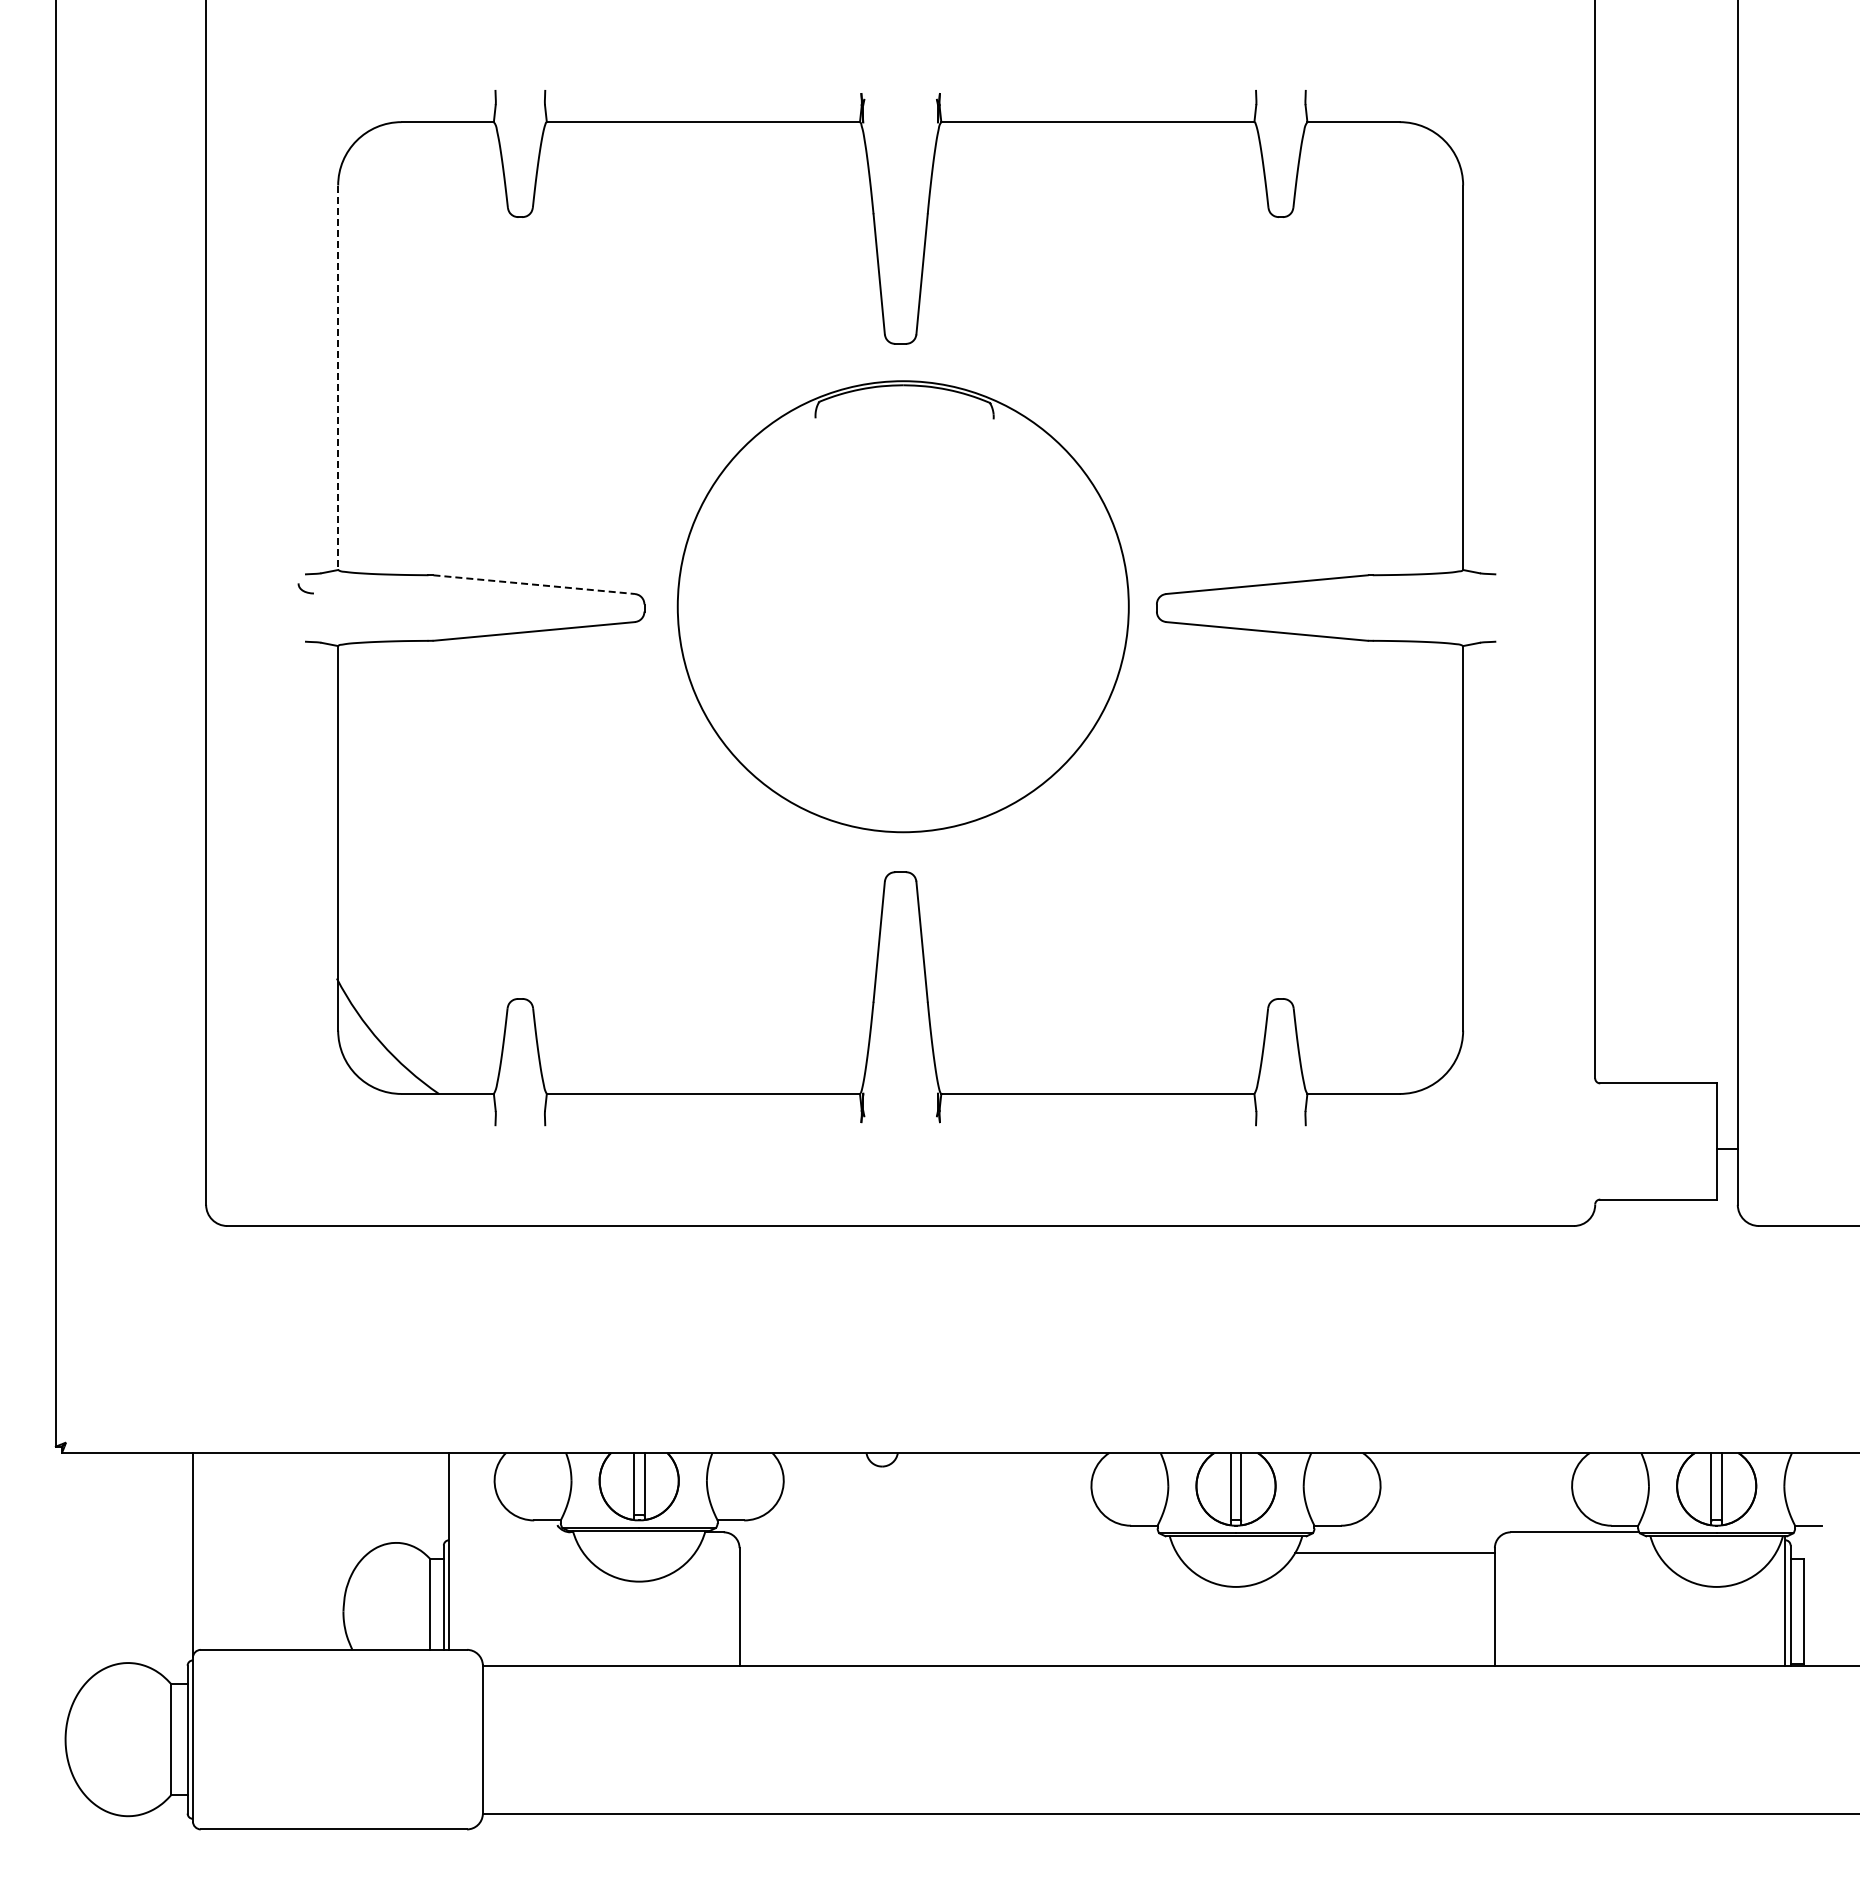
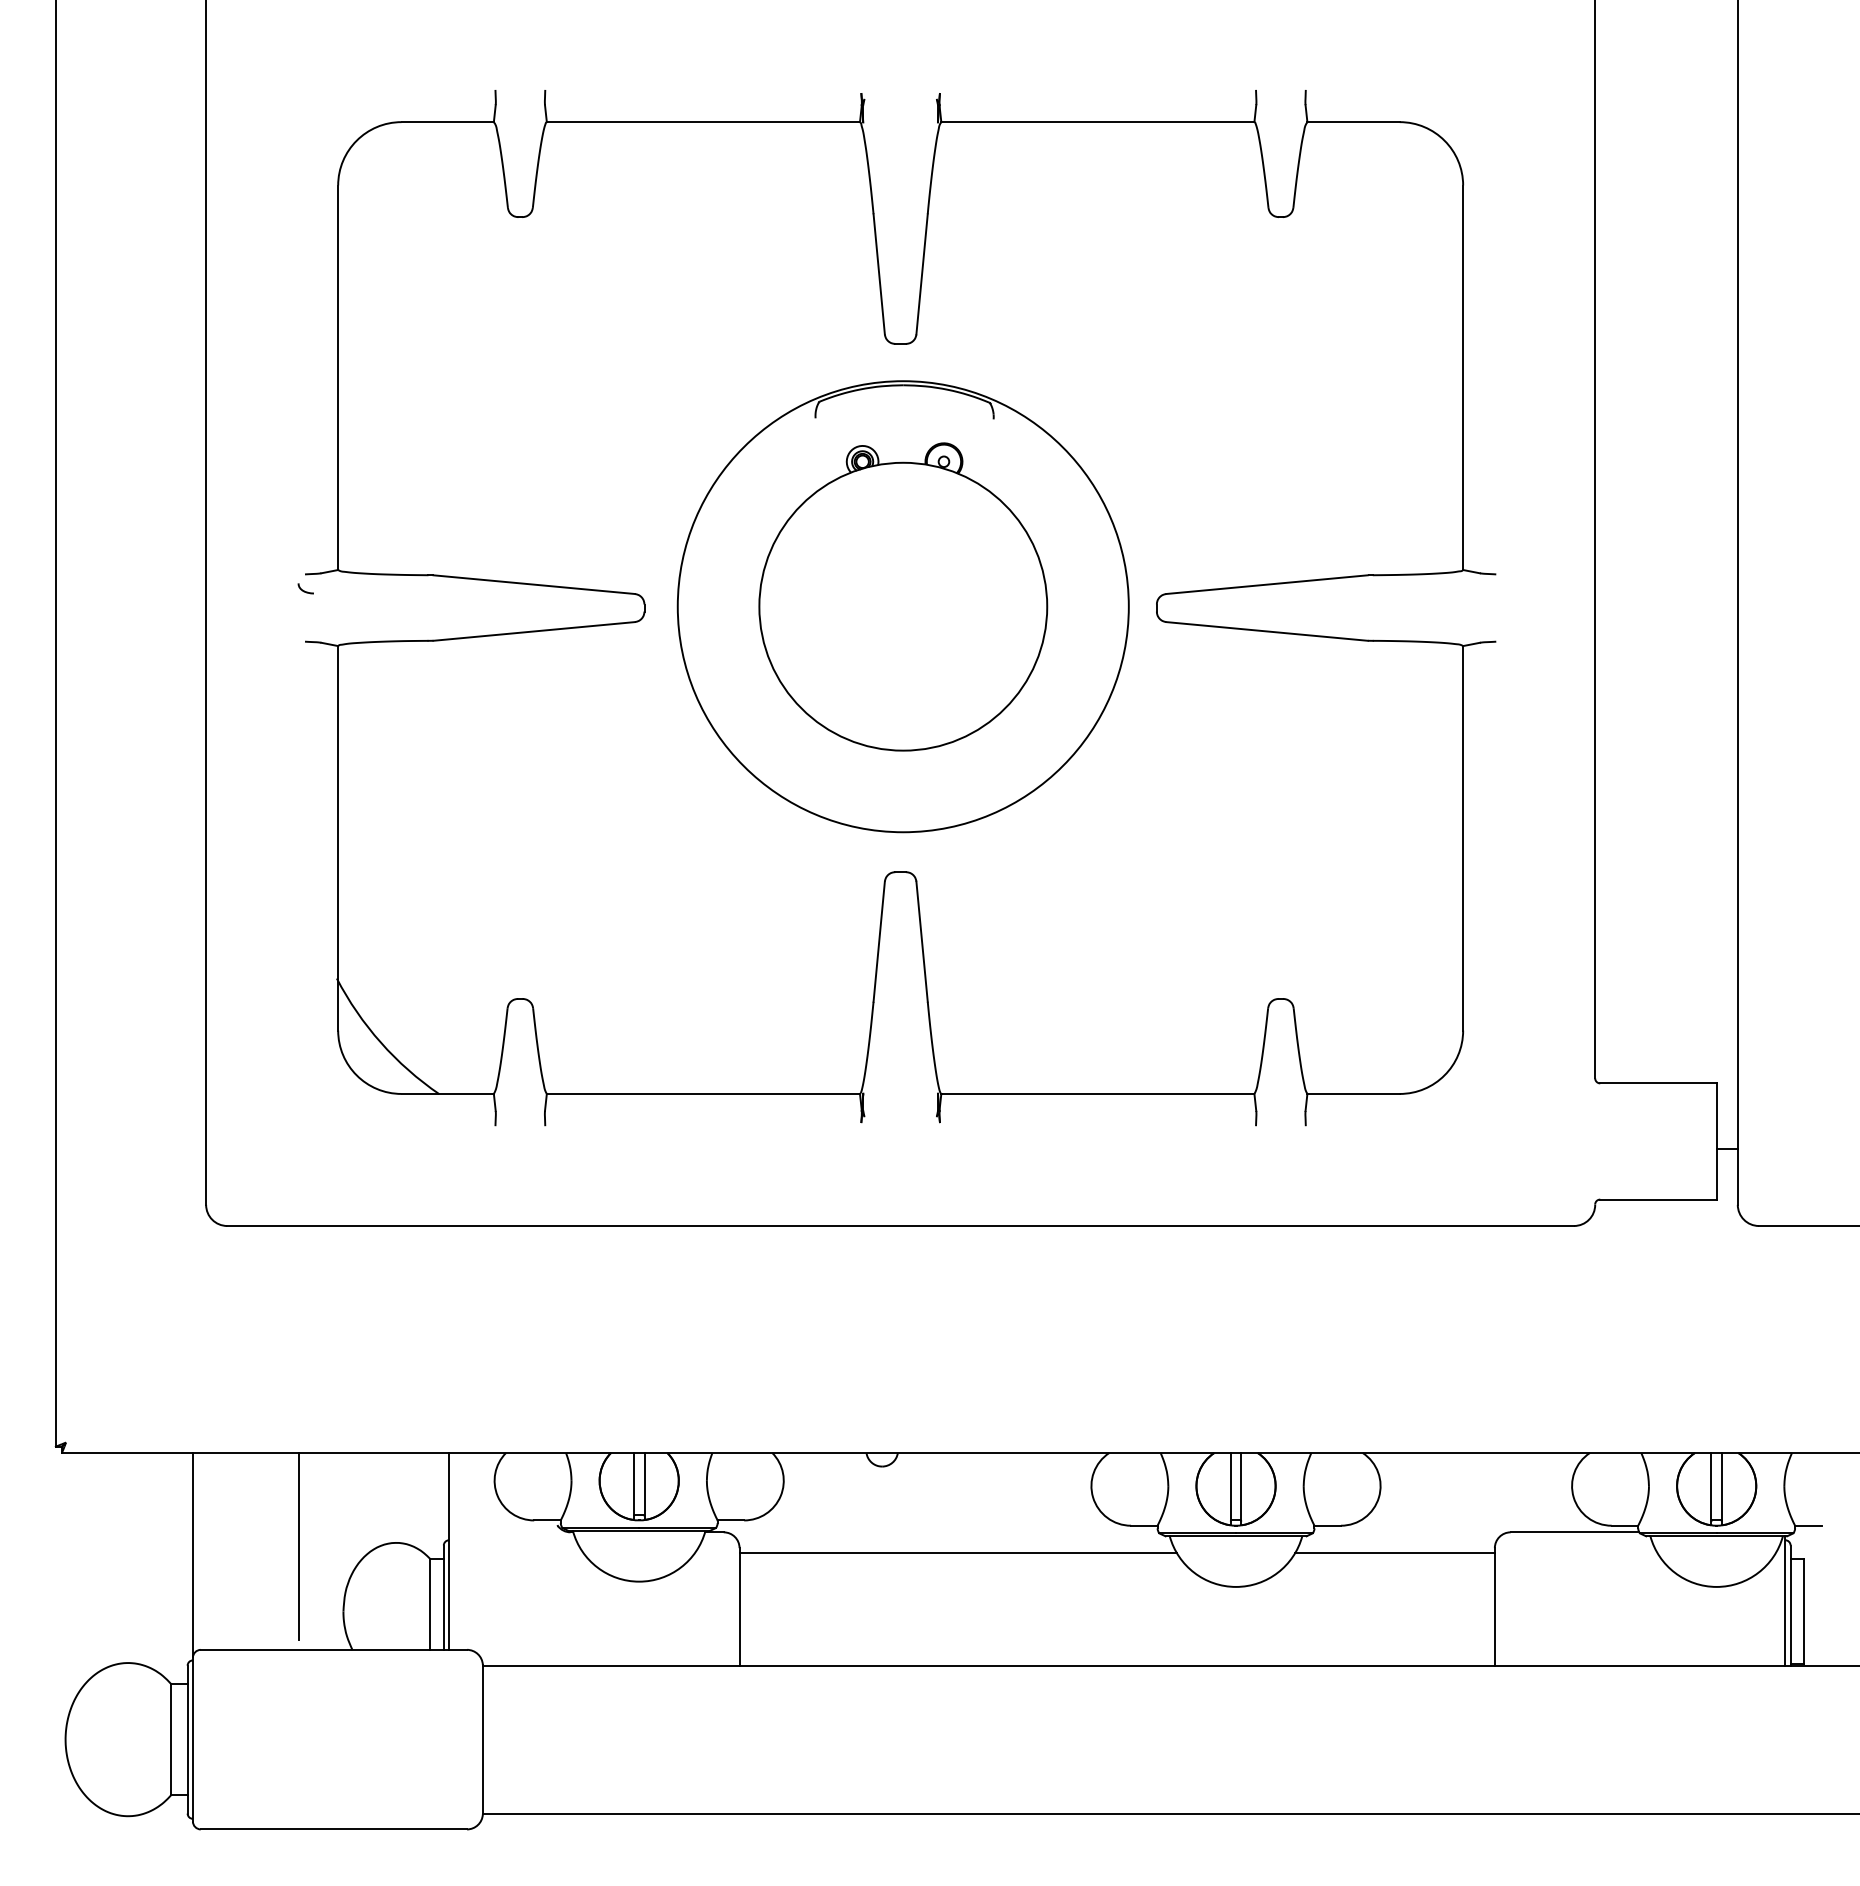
line at (338, 378): dashed -> solid
line at (534, 584): dashed -> solid
part at (903, 596): none -> present
line at (298, 1546): none -> present
line at (958, 1553): none -> present
